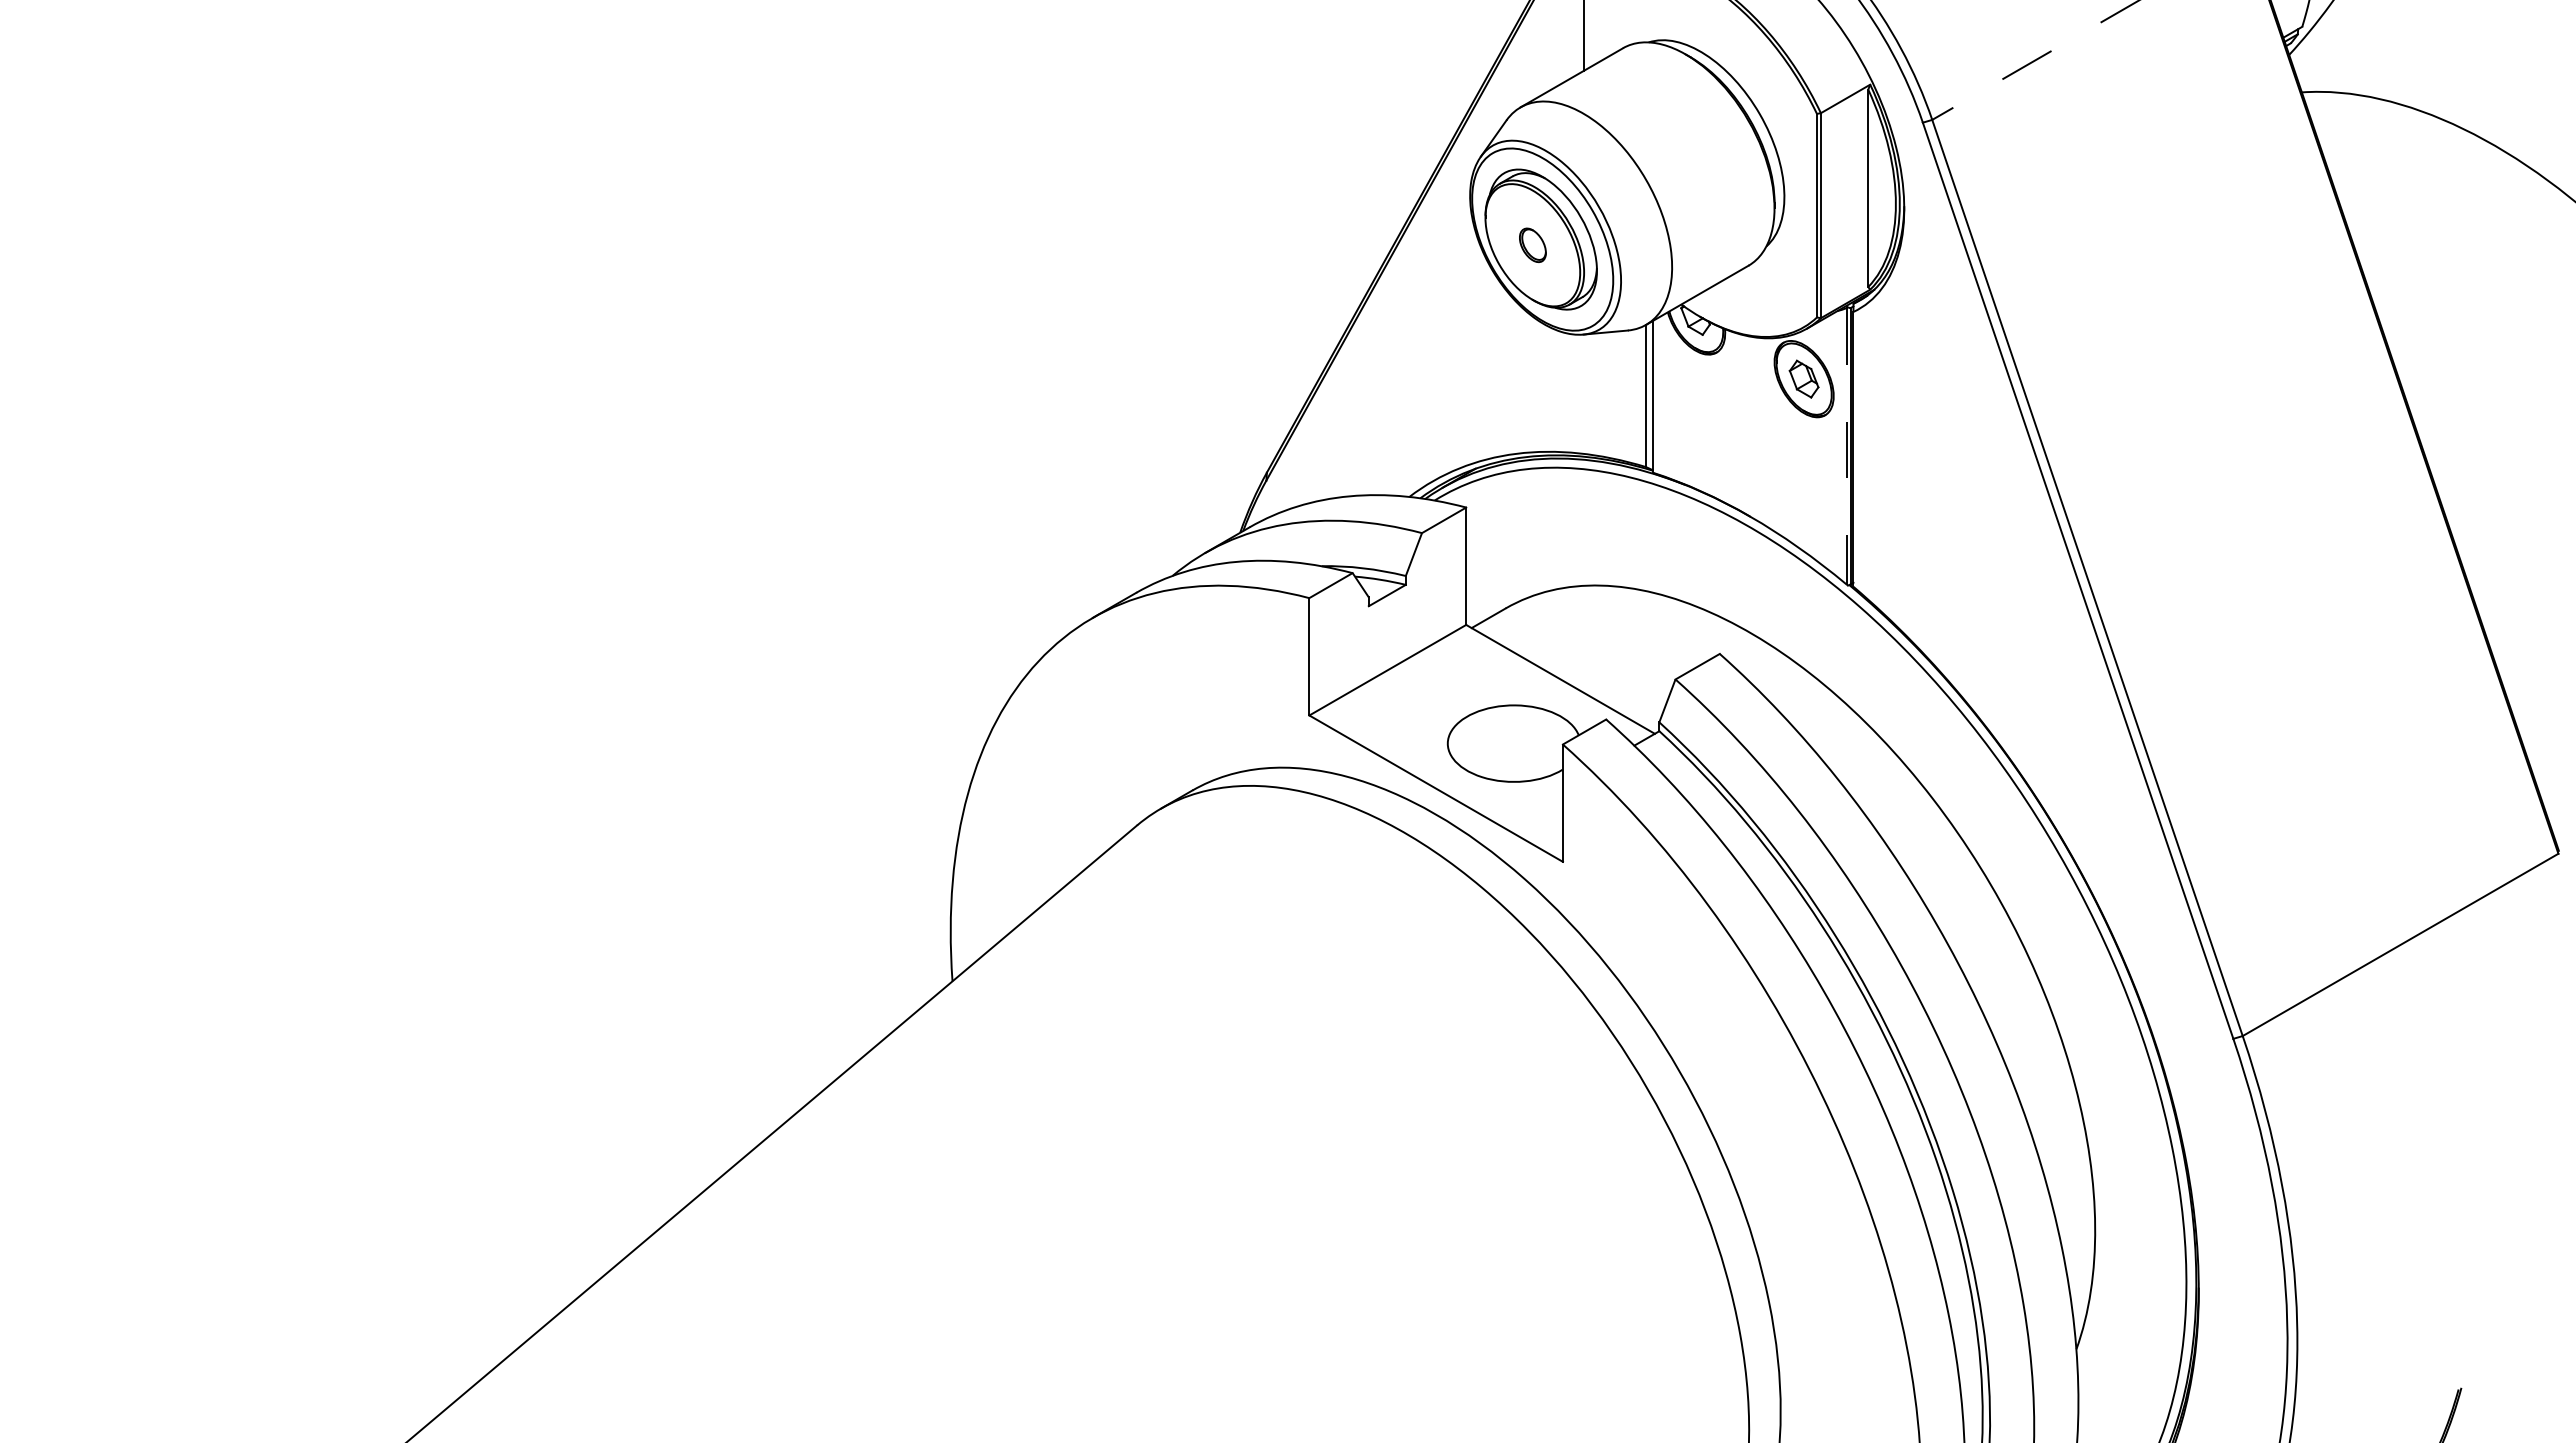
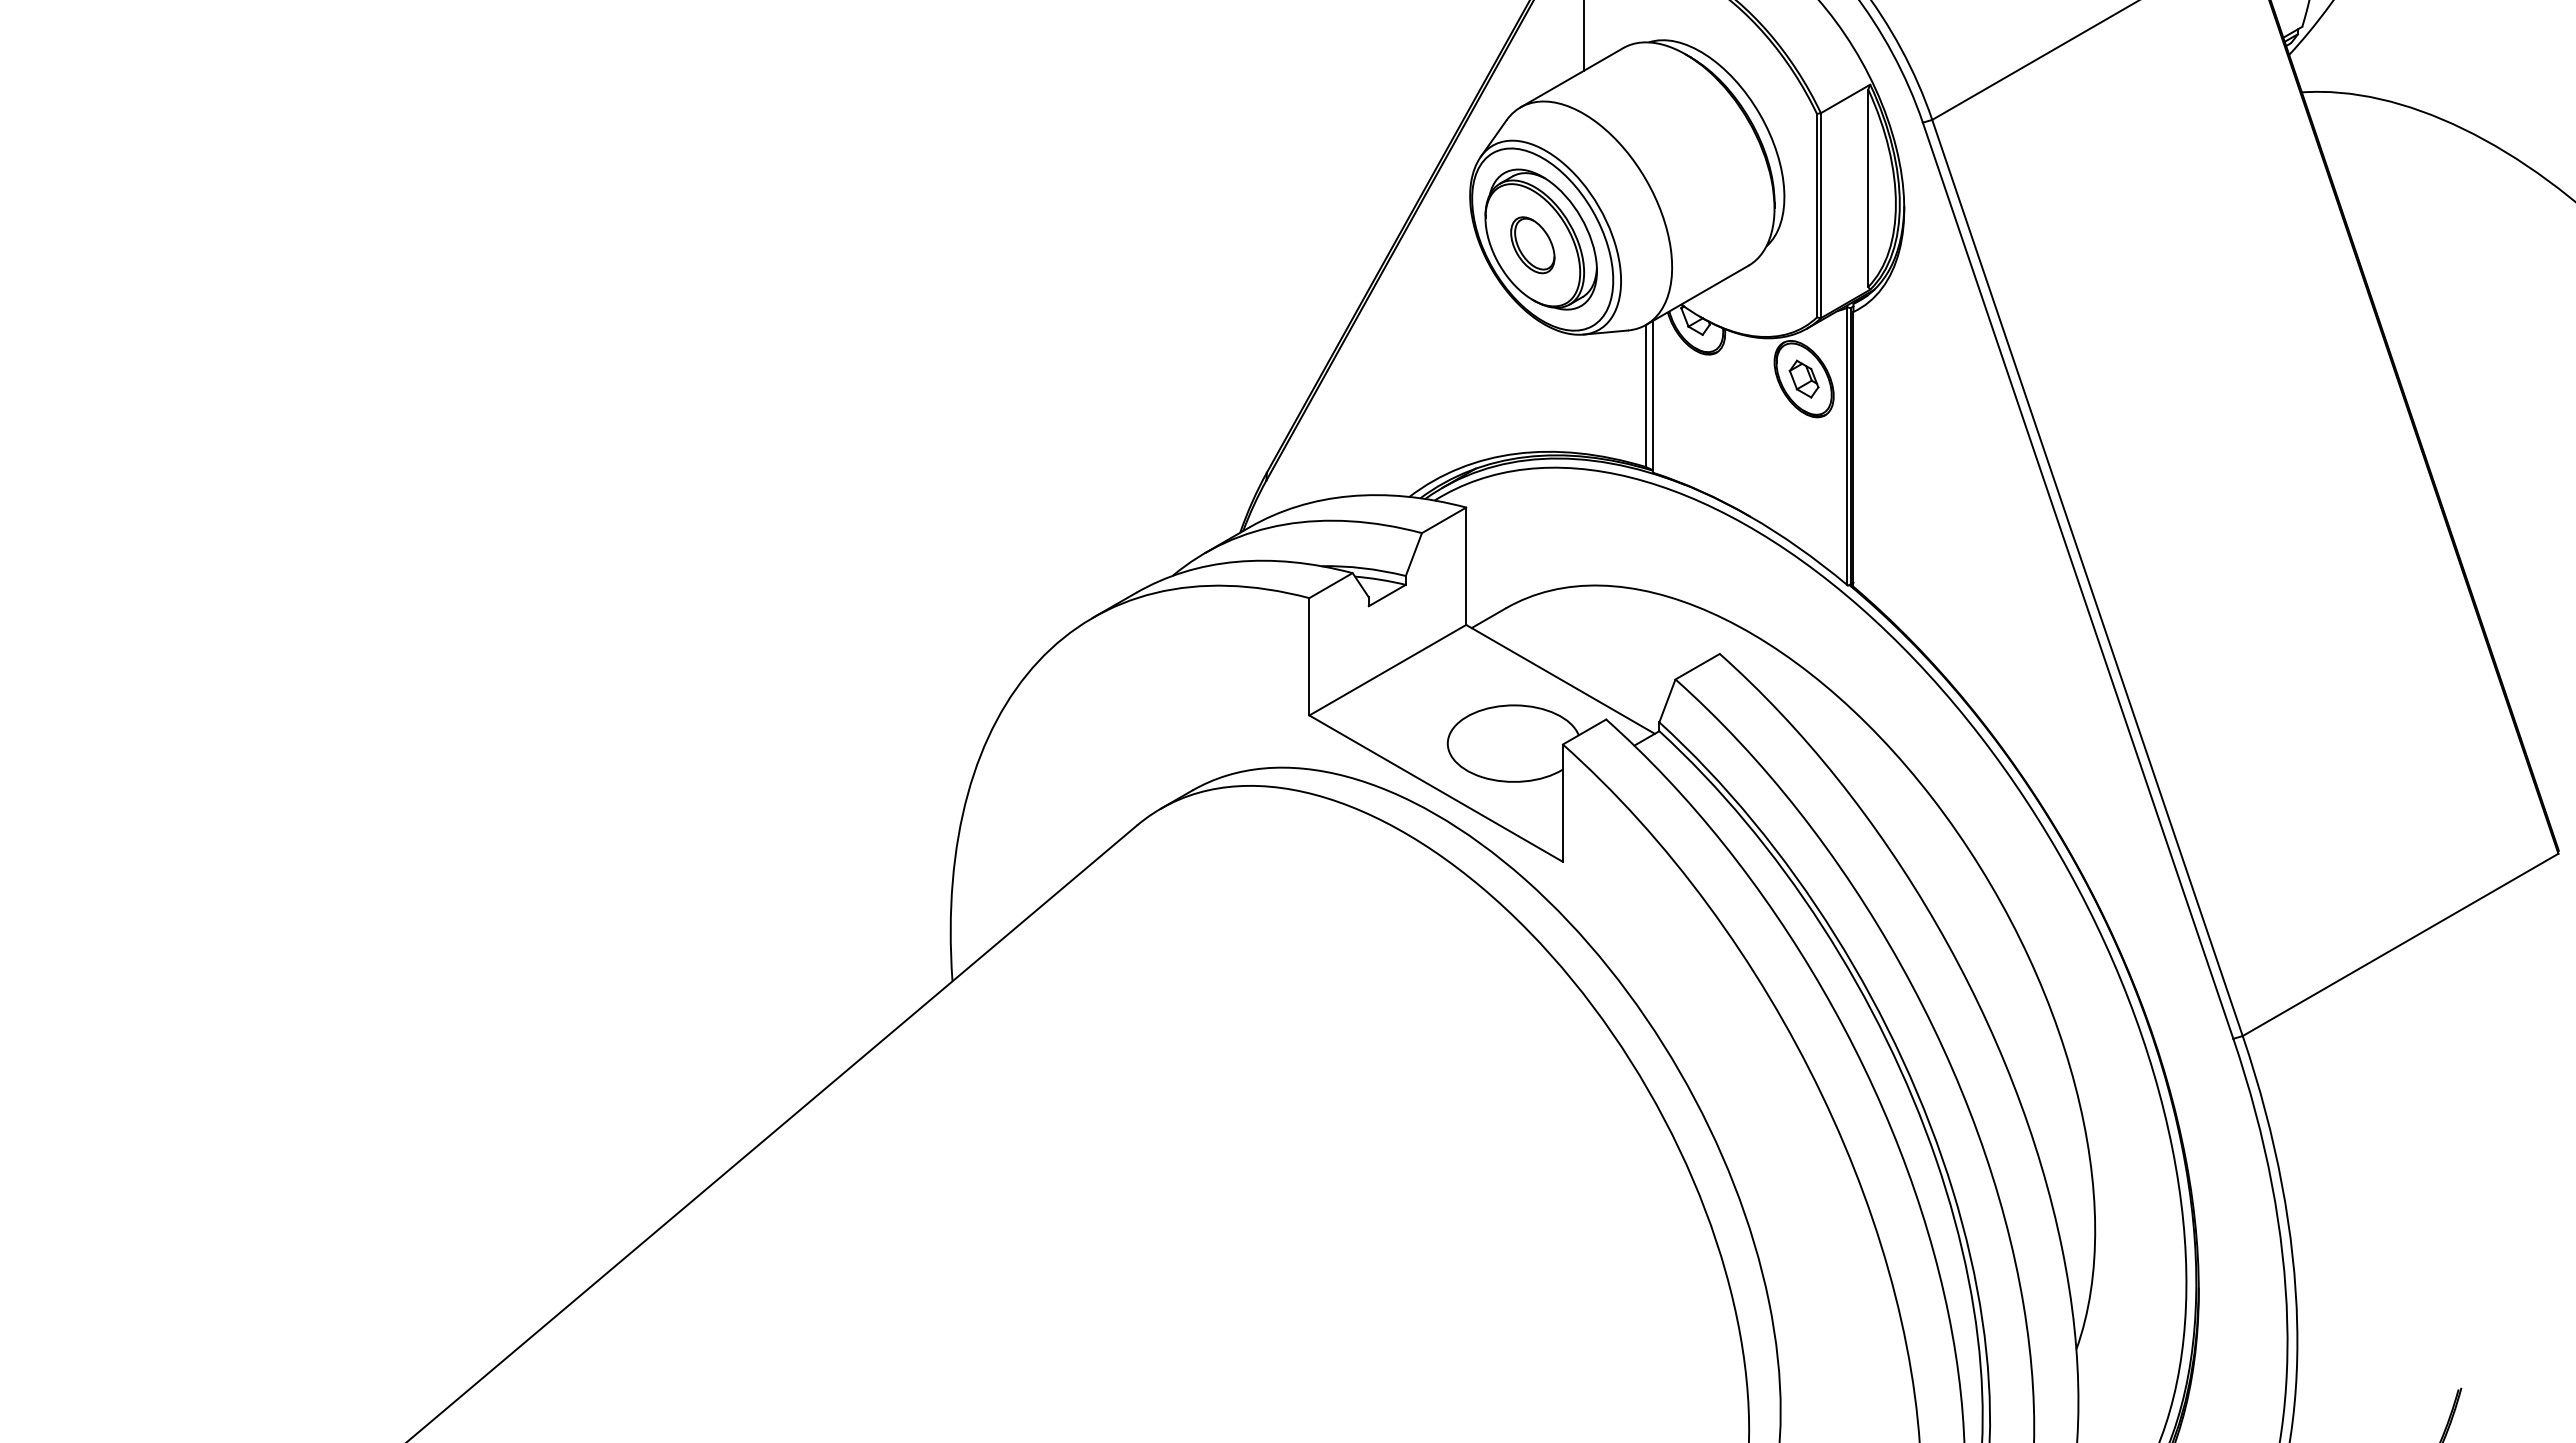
line at (2036, 59): dashed -> solid
part at (1532, 244) size: 28x36 px -> 46x59 px
line at (1846, 446): dashed -> solid
